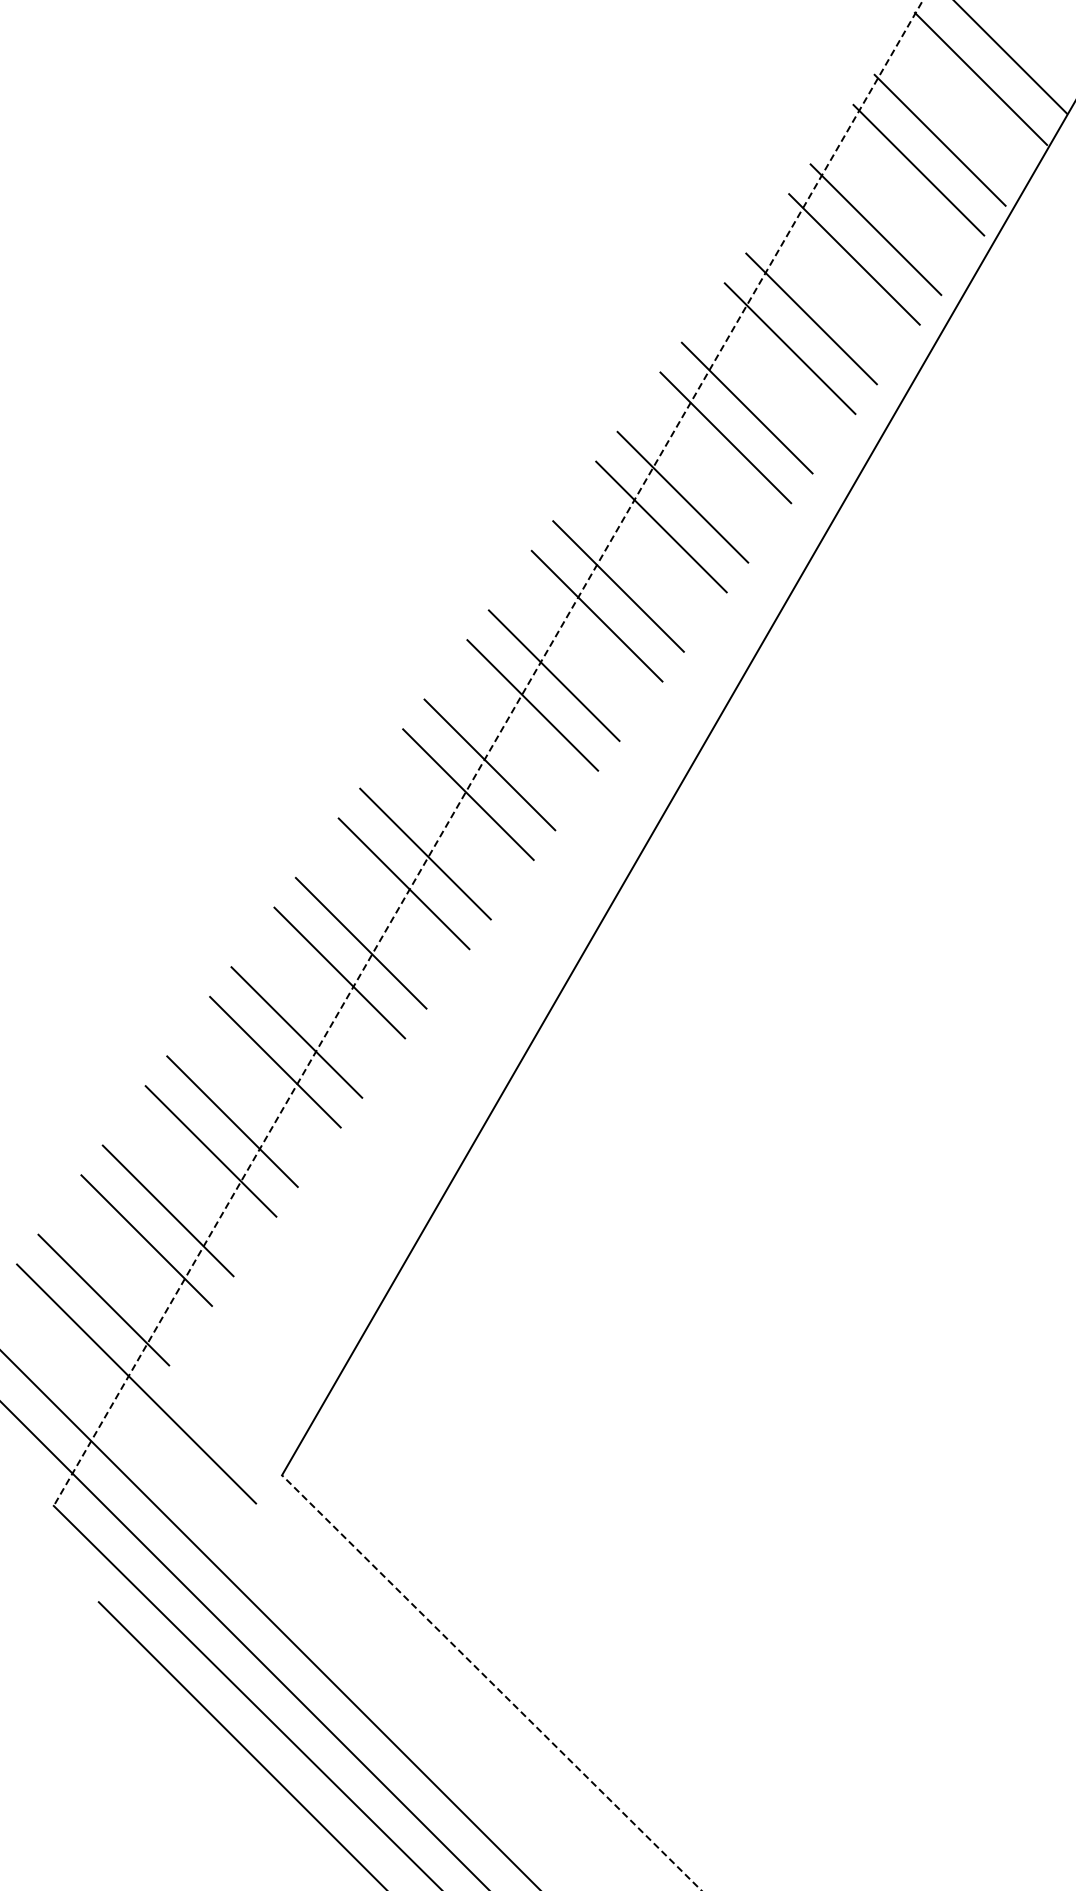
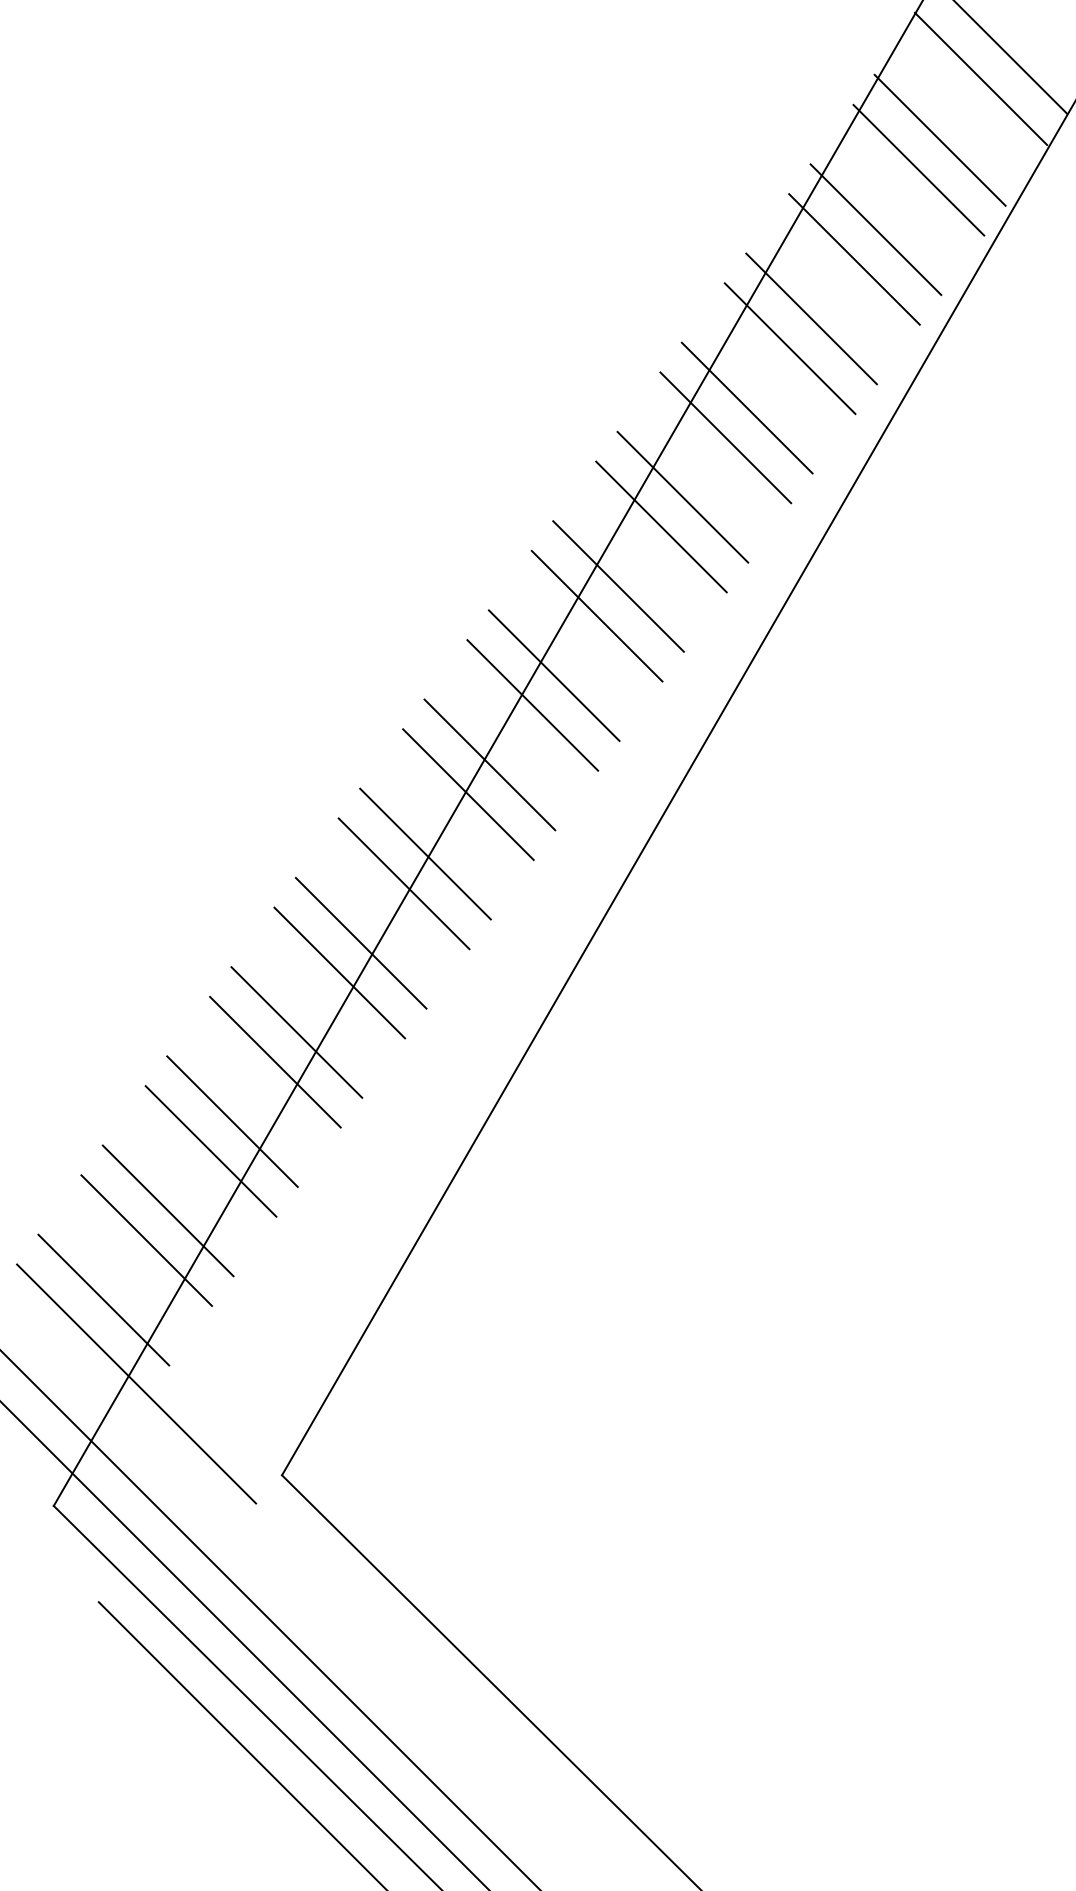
line at (488, 753): dashed -> solid
line at (491, 1682): dashed -> solid
